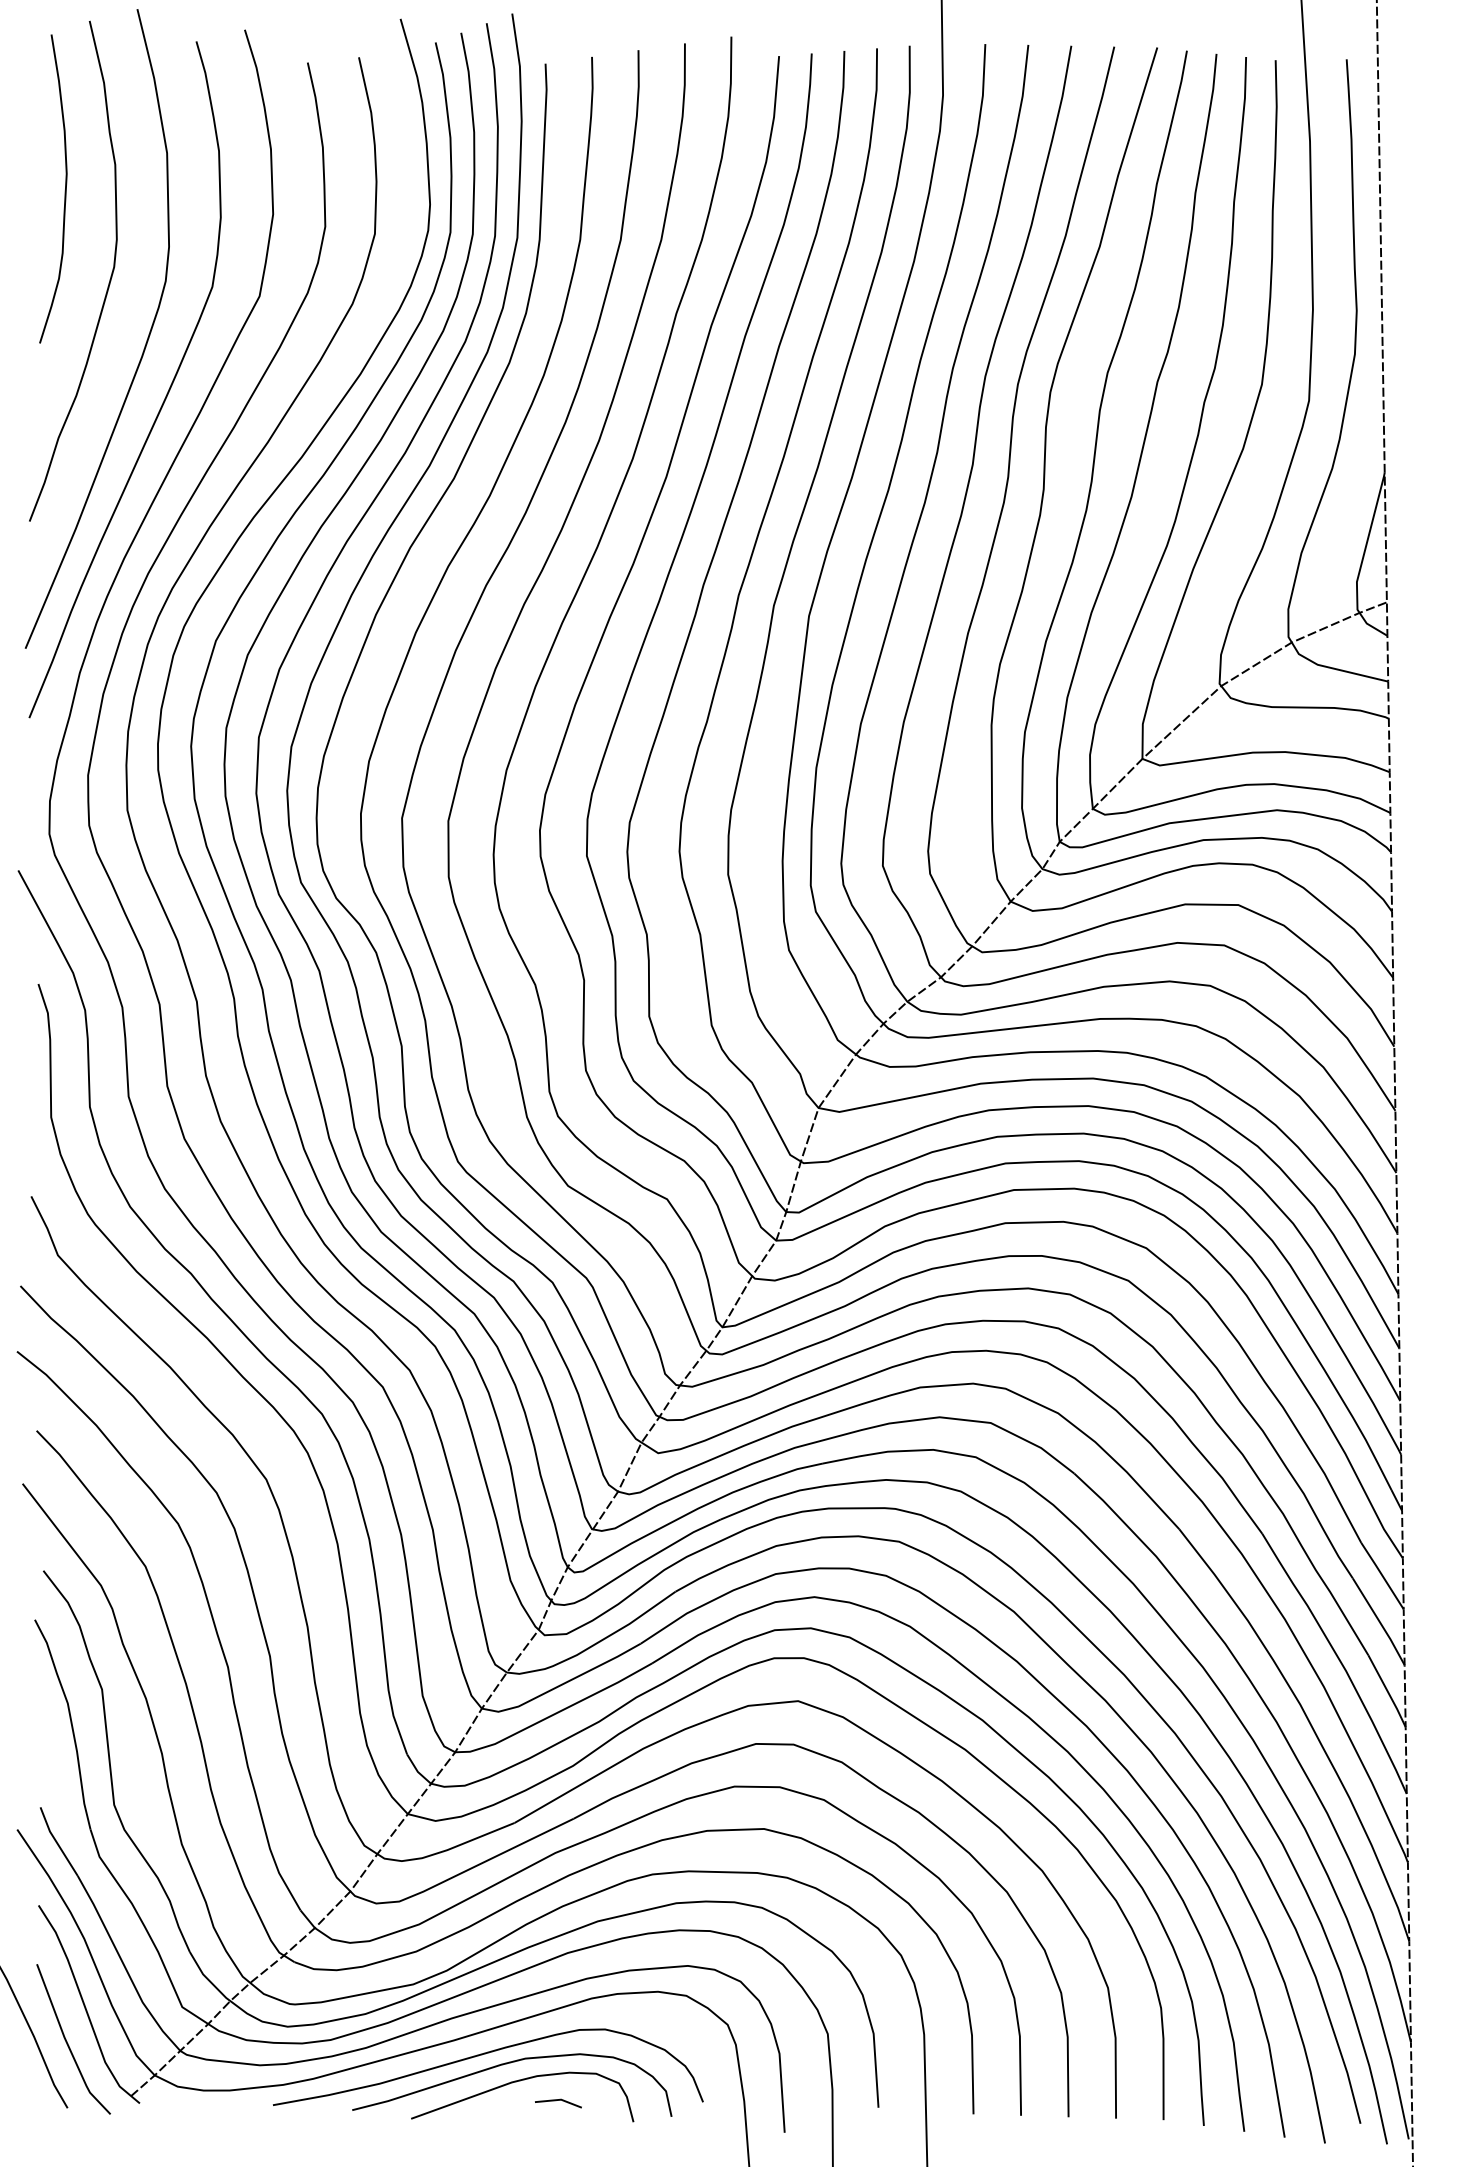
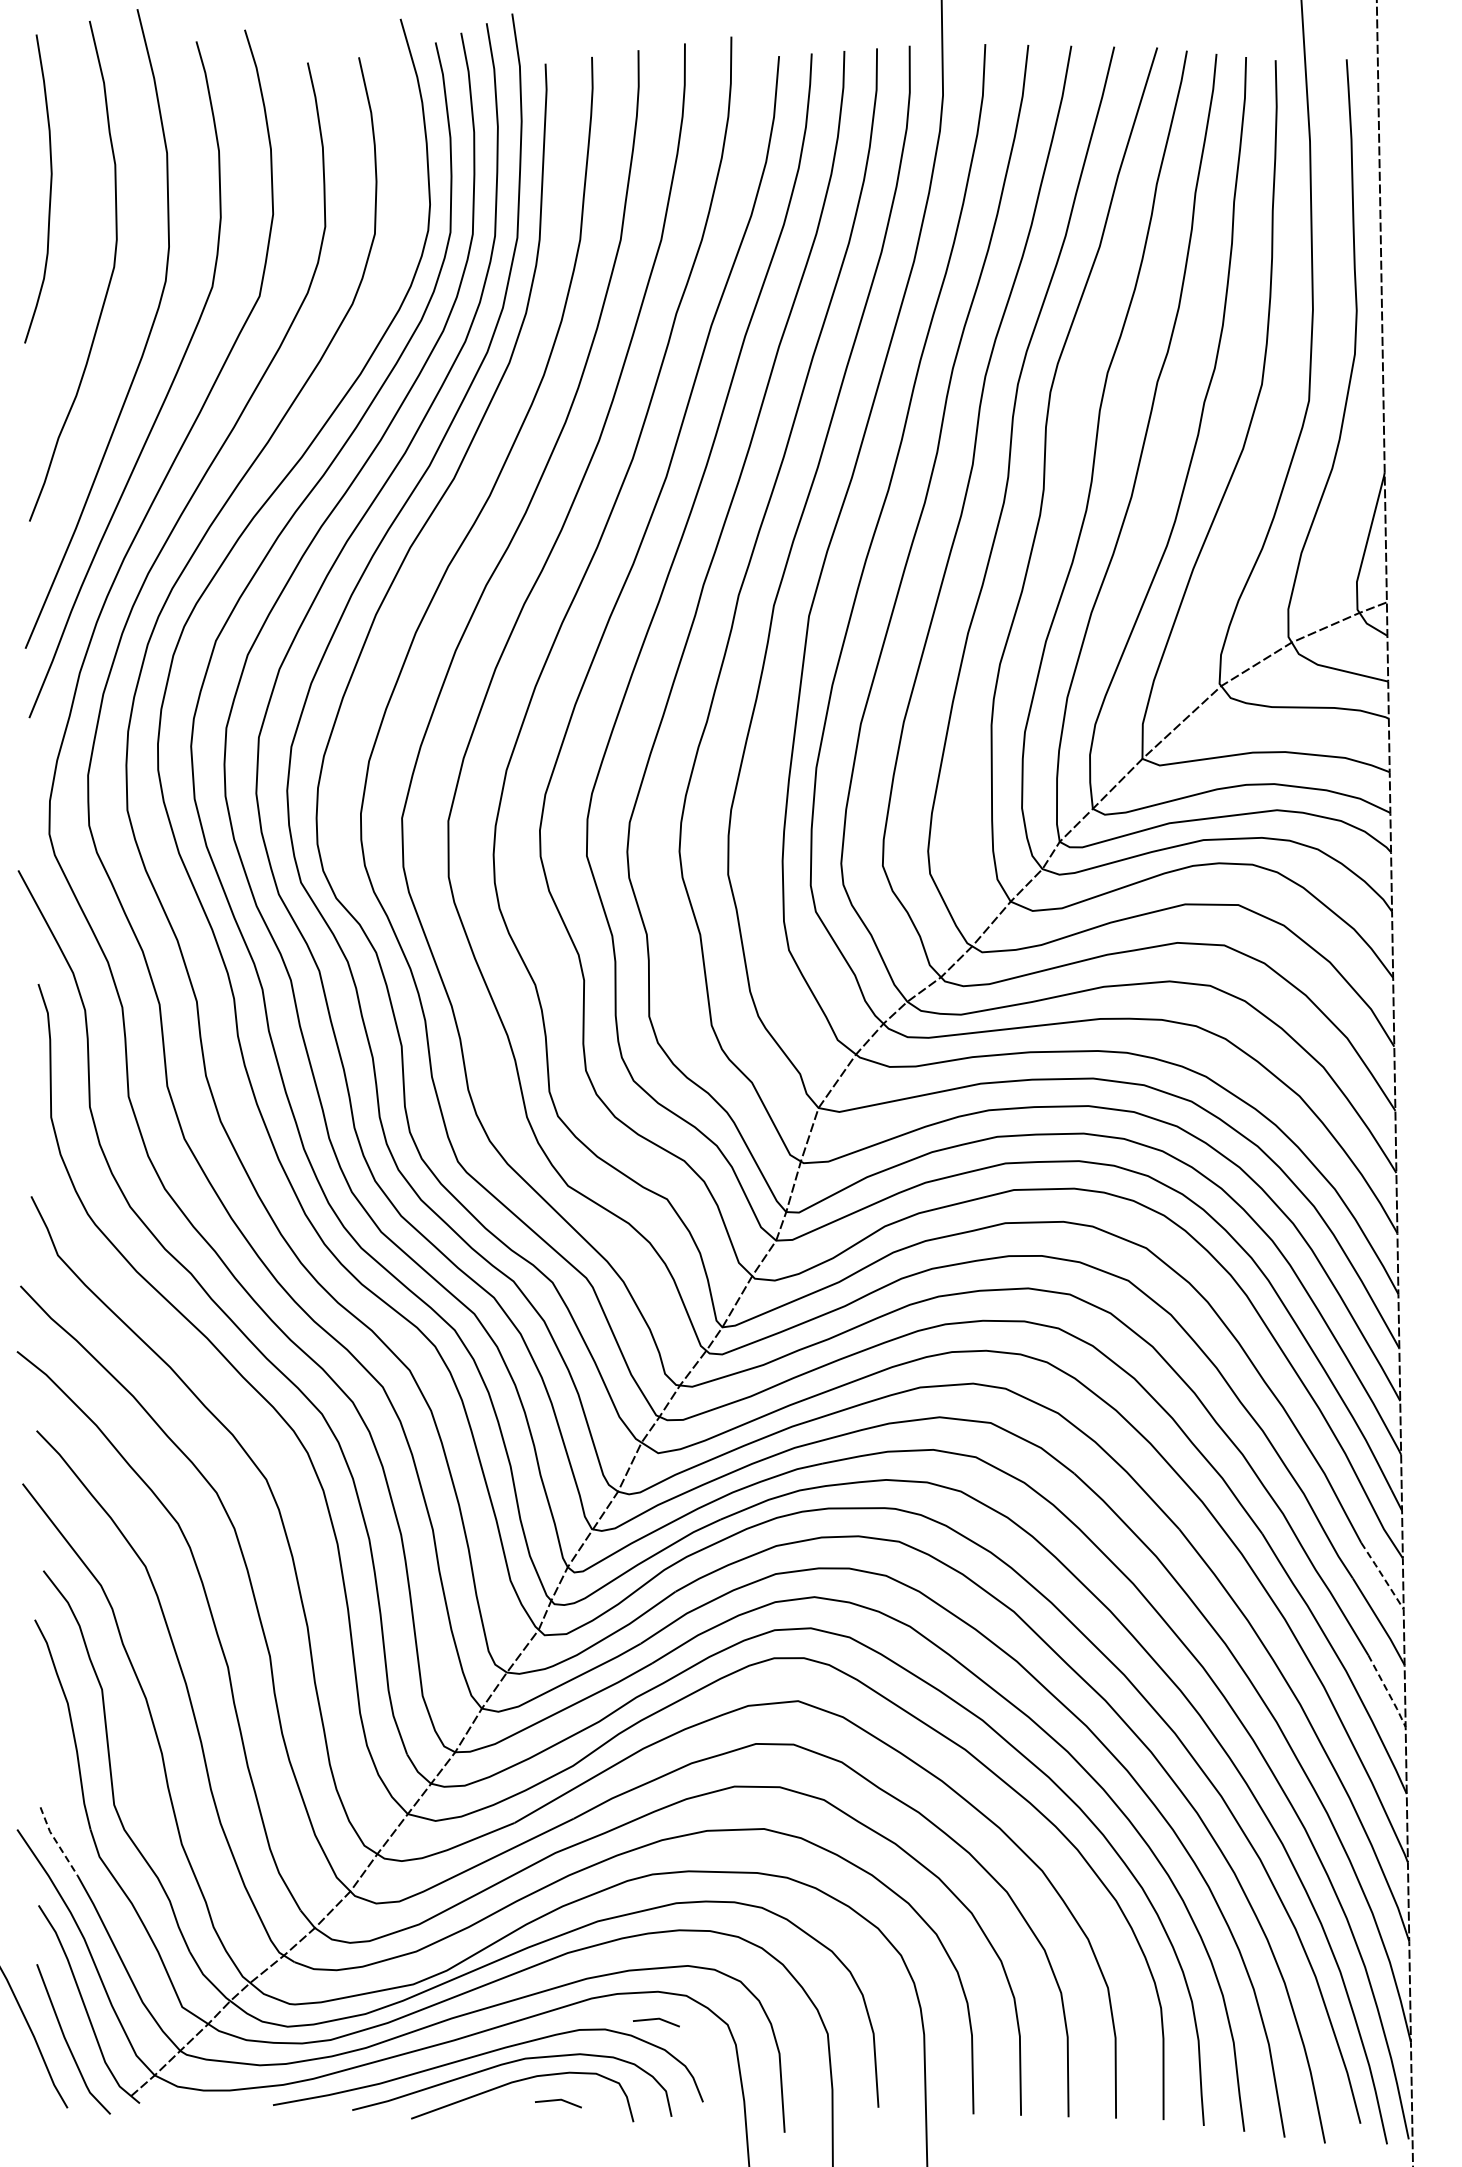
curve at (64, 190) position: (64, 190) -> (49, 190)
line at (1382, 1575): solid -> dashed
line at (1388, 1692): solid -> dashed
line at (56, 1842): solid -> dashed
line at (656, 2019): none -> present
